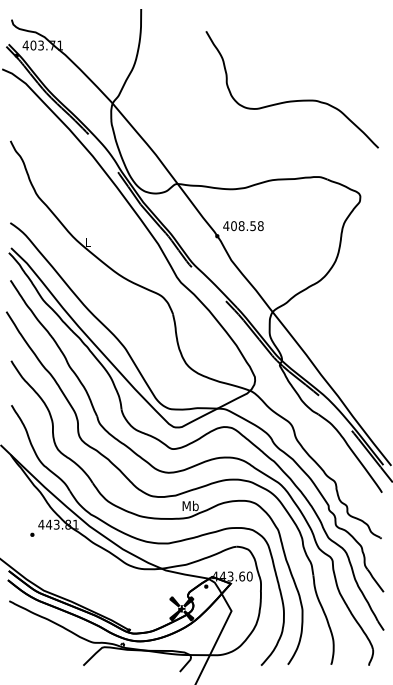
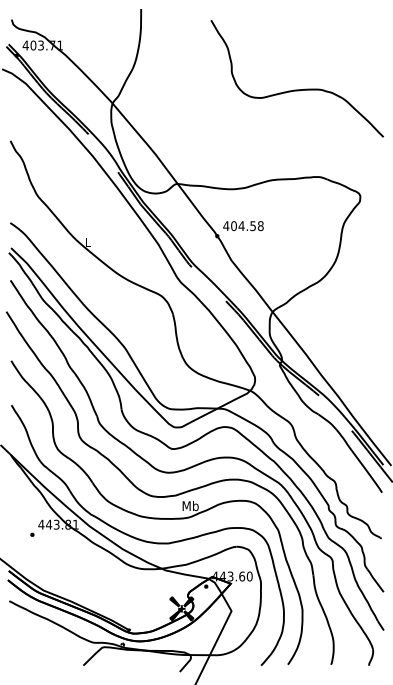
curve at (291, 100) position: (291, 100) -> (296, 89)
text at (241, 226): 408.58 -> 404.58
